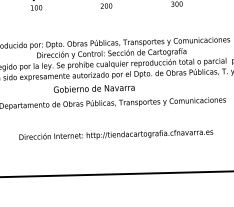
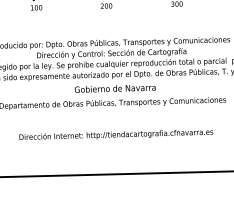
text at (93, 88) position: (93, 88) -> (114, 88)
